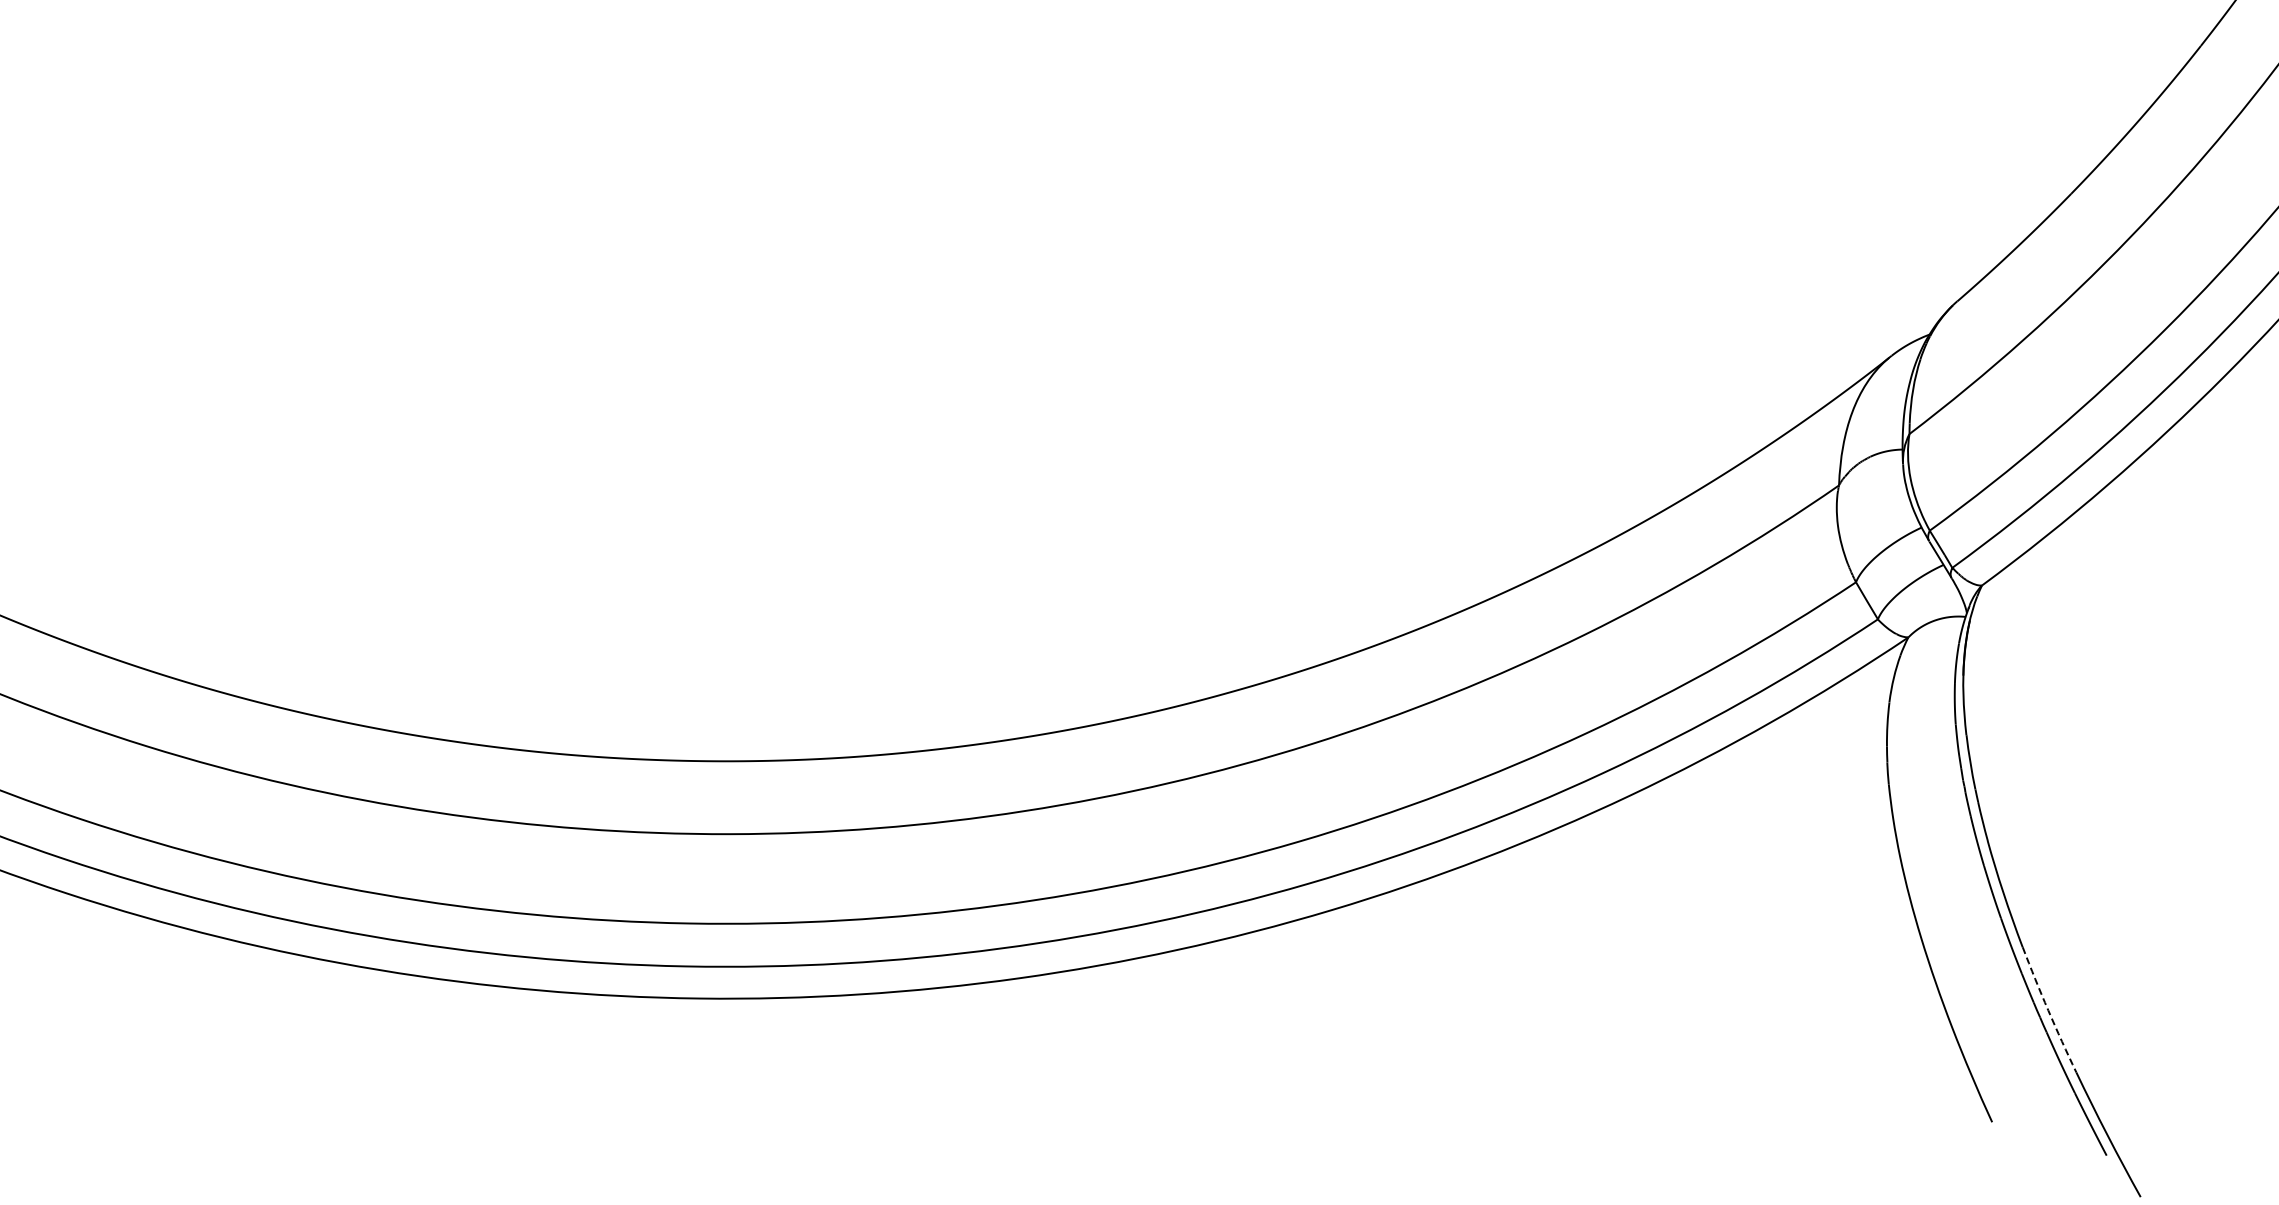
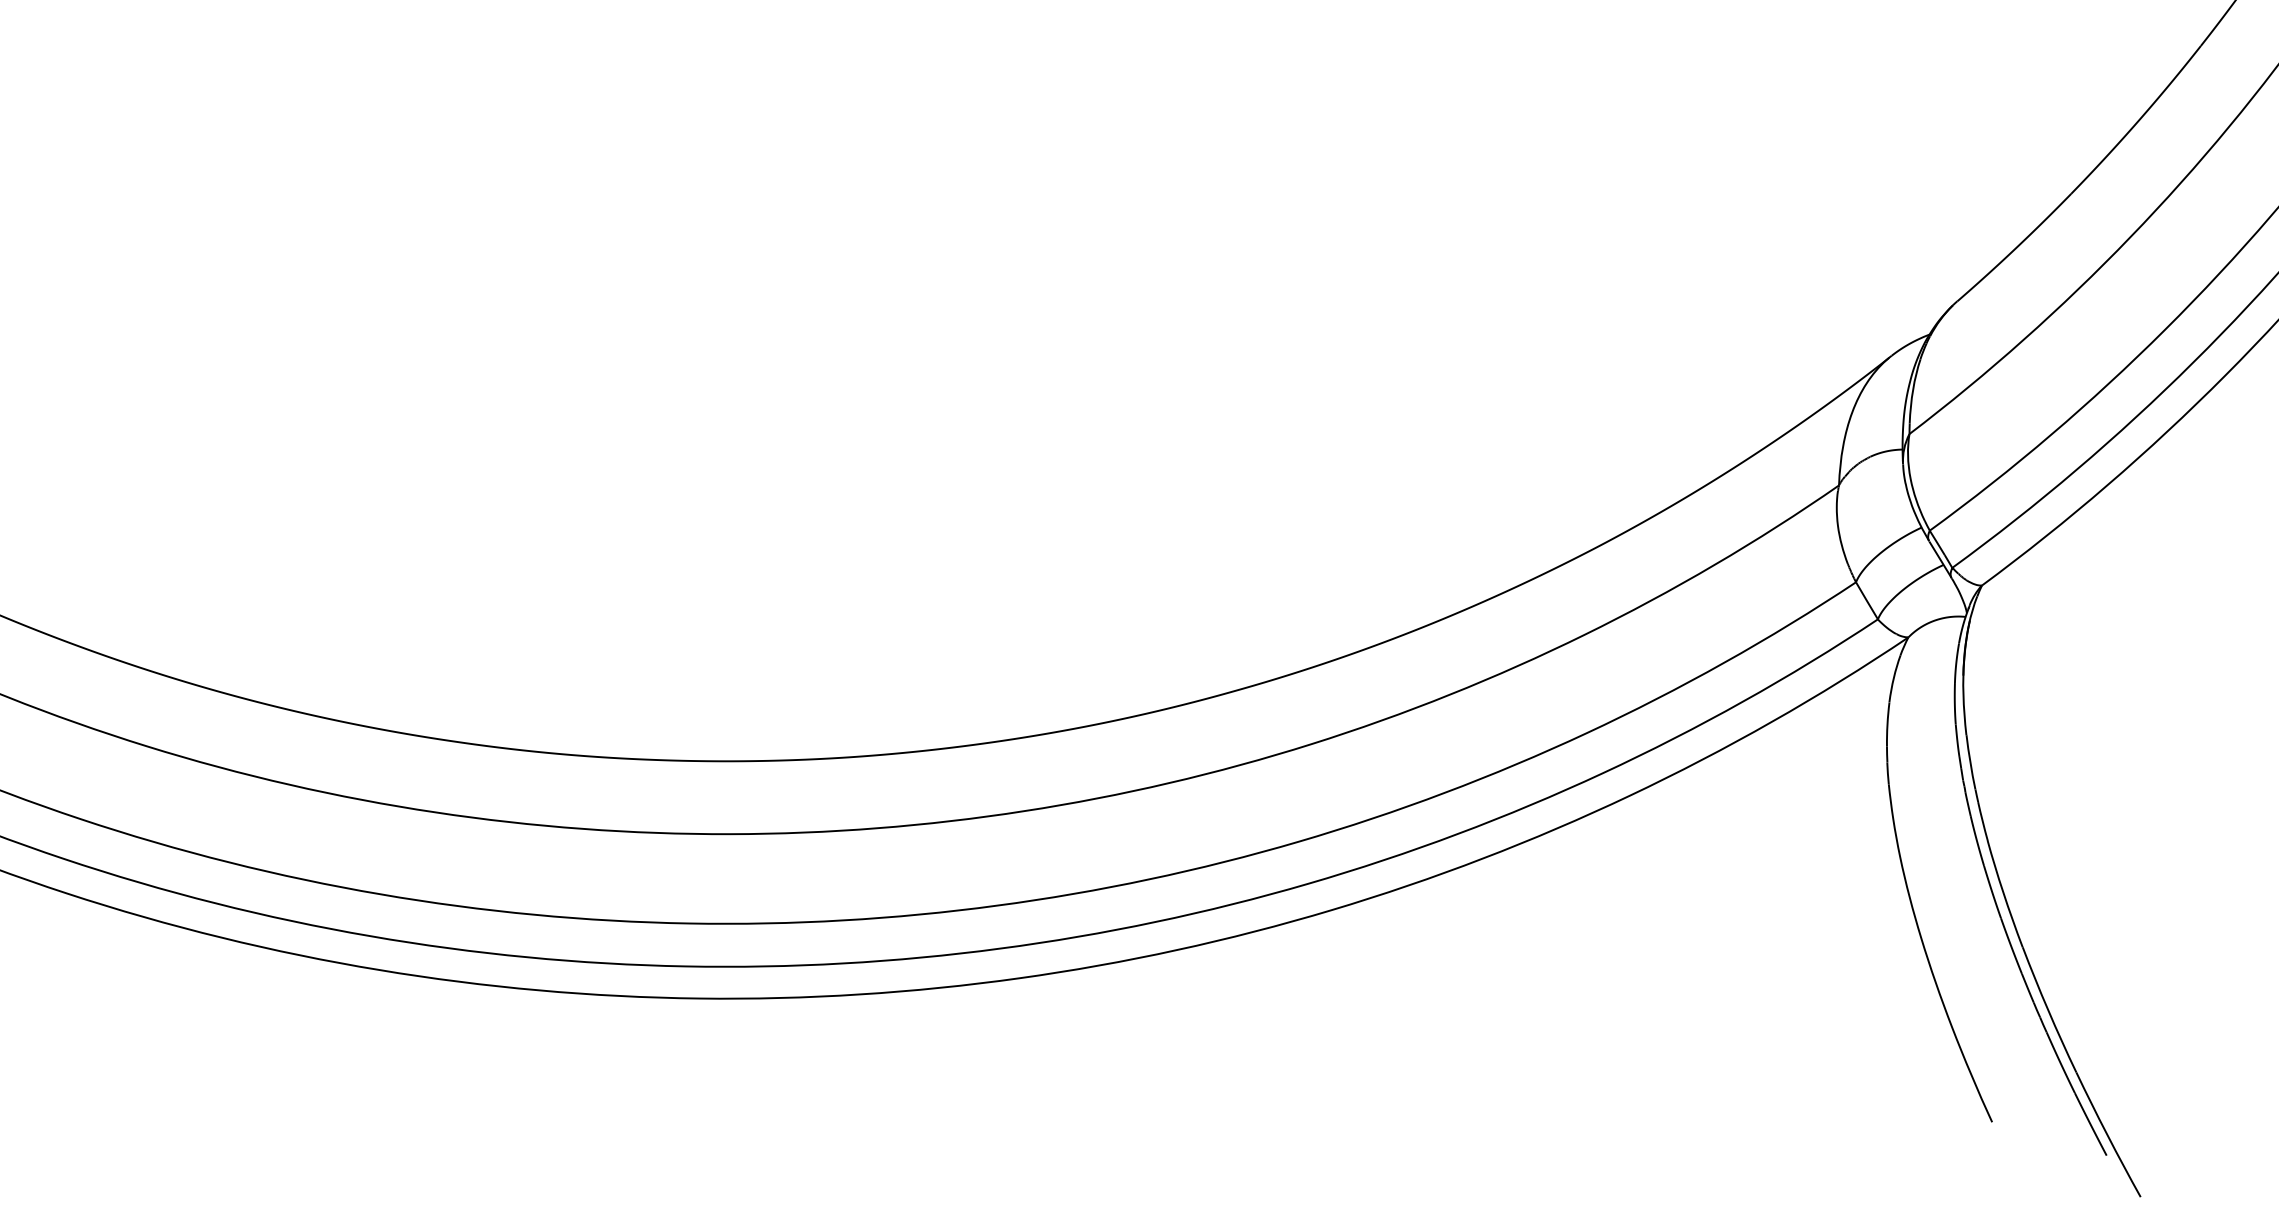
arc at (2048, 1010): dashed -> solid
